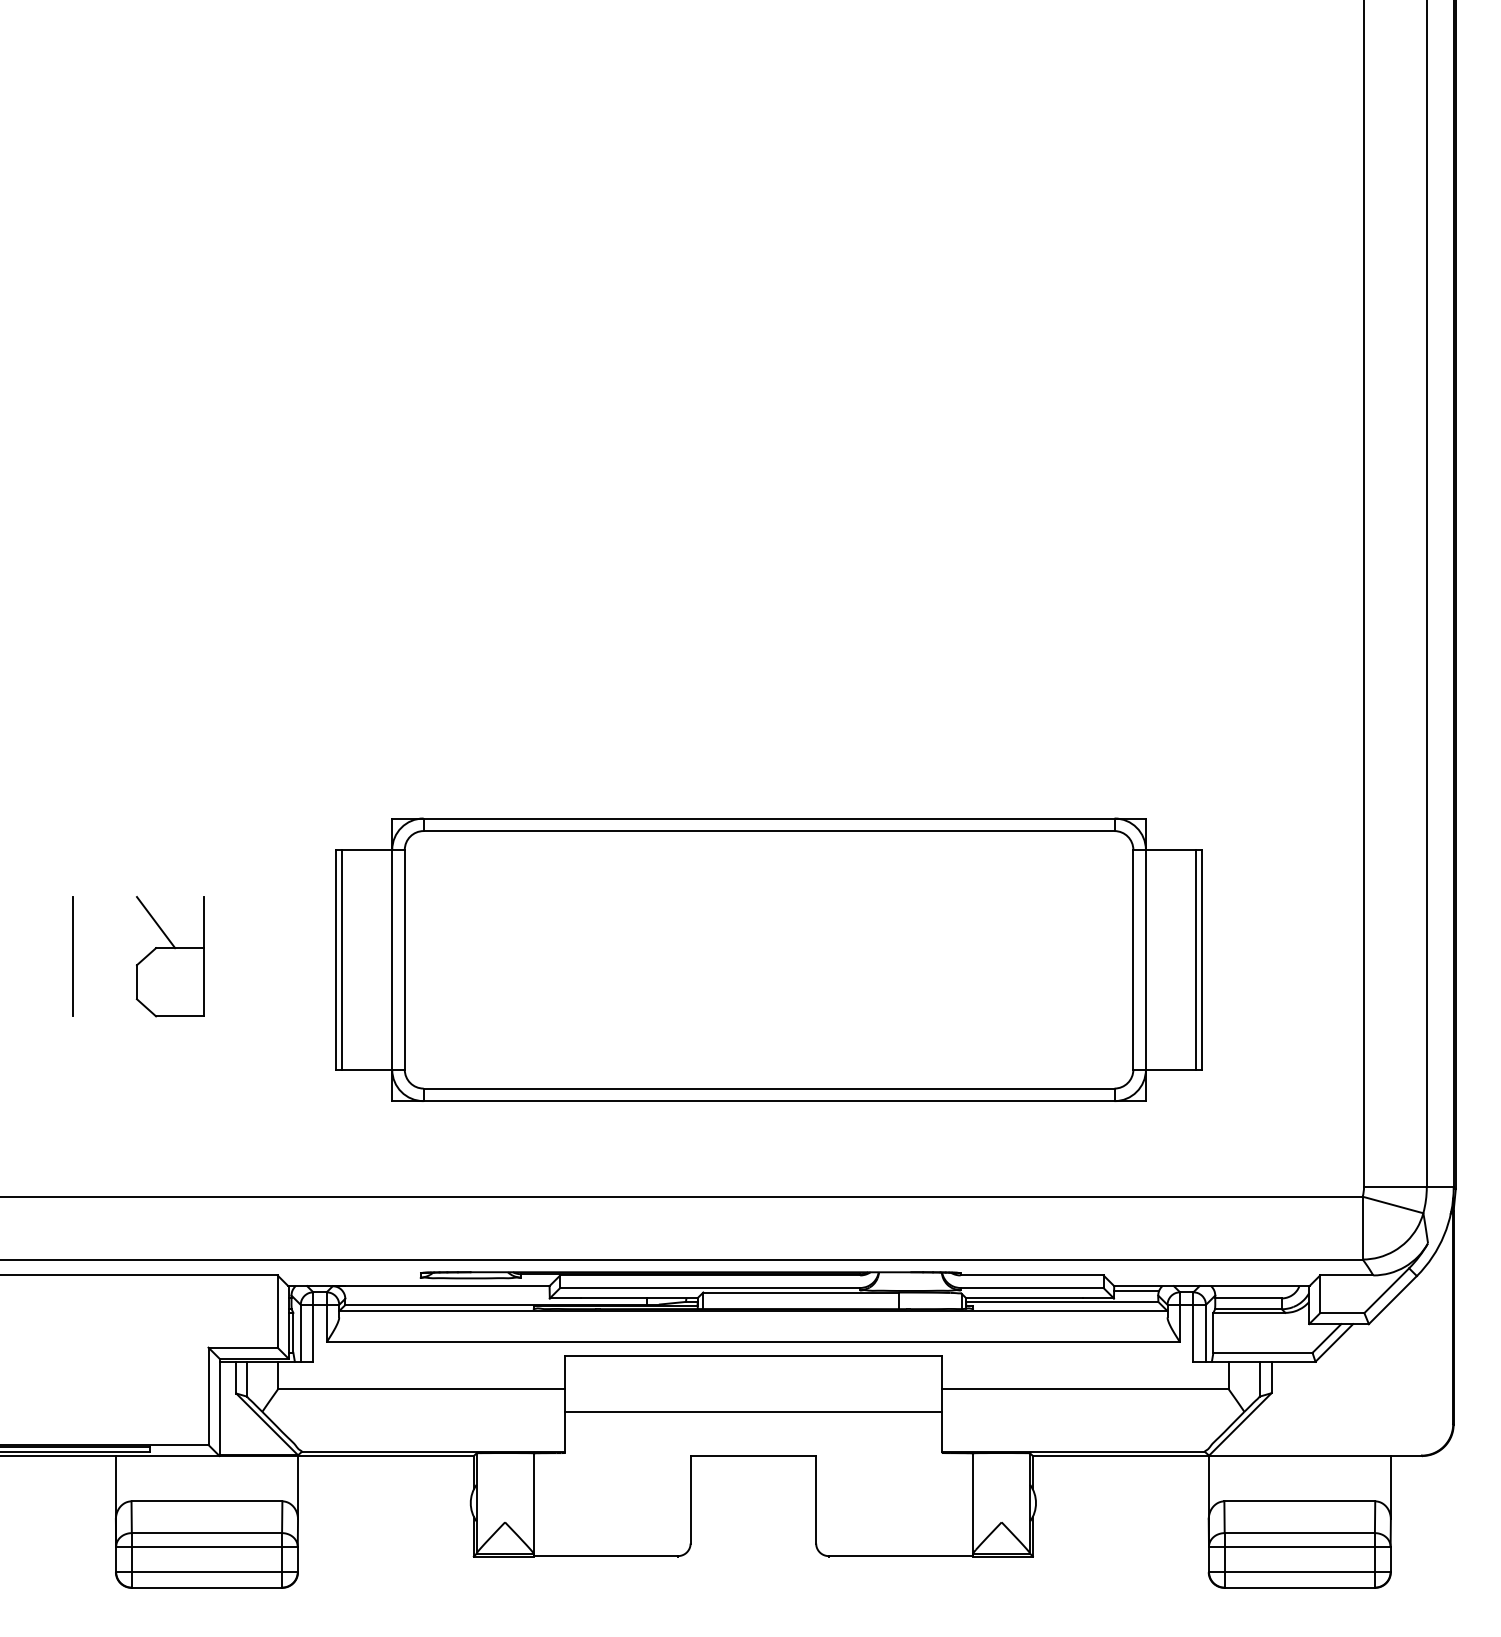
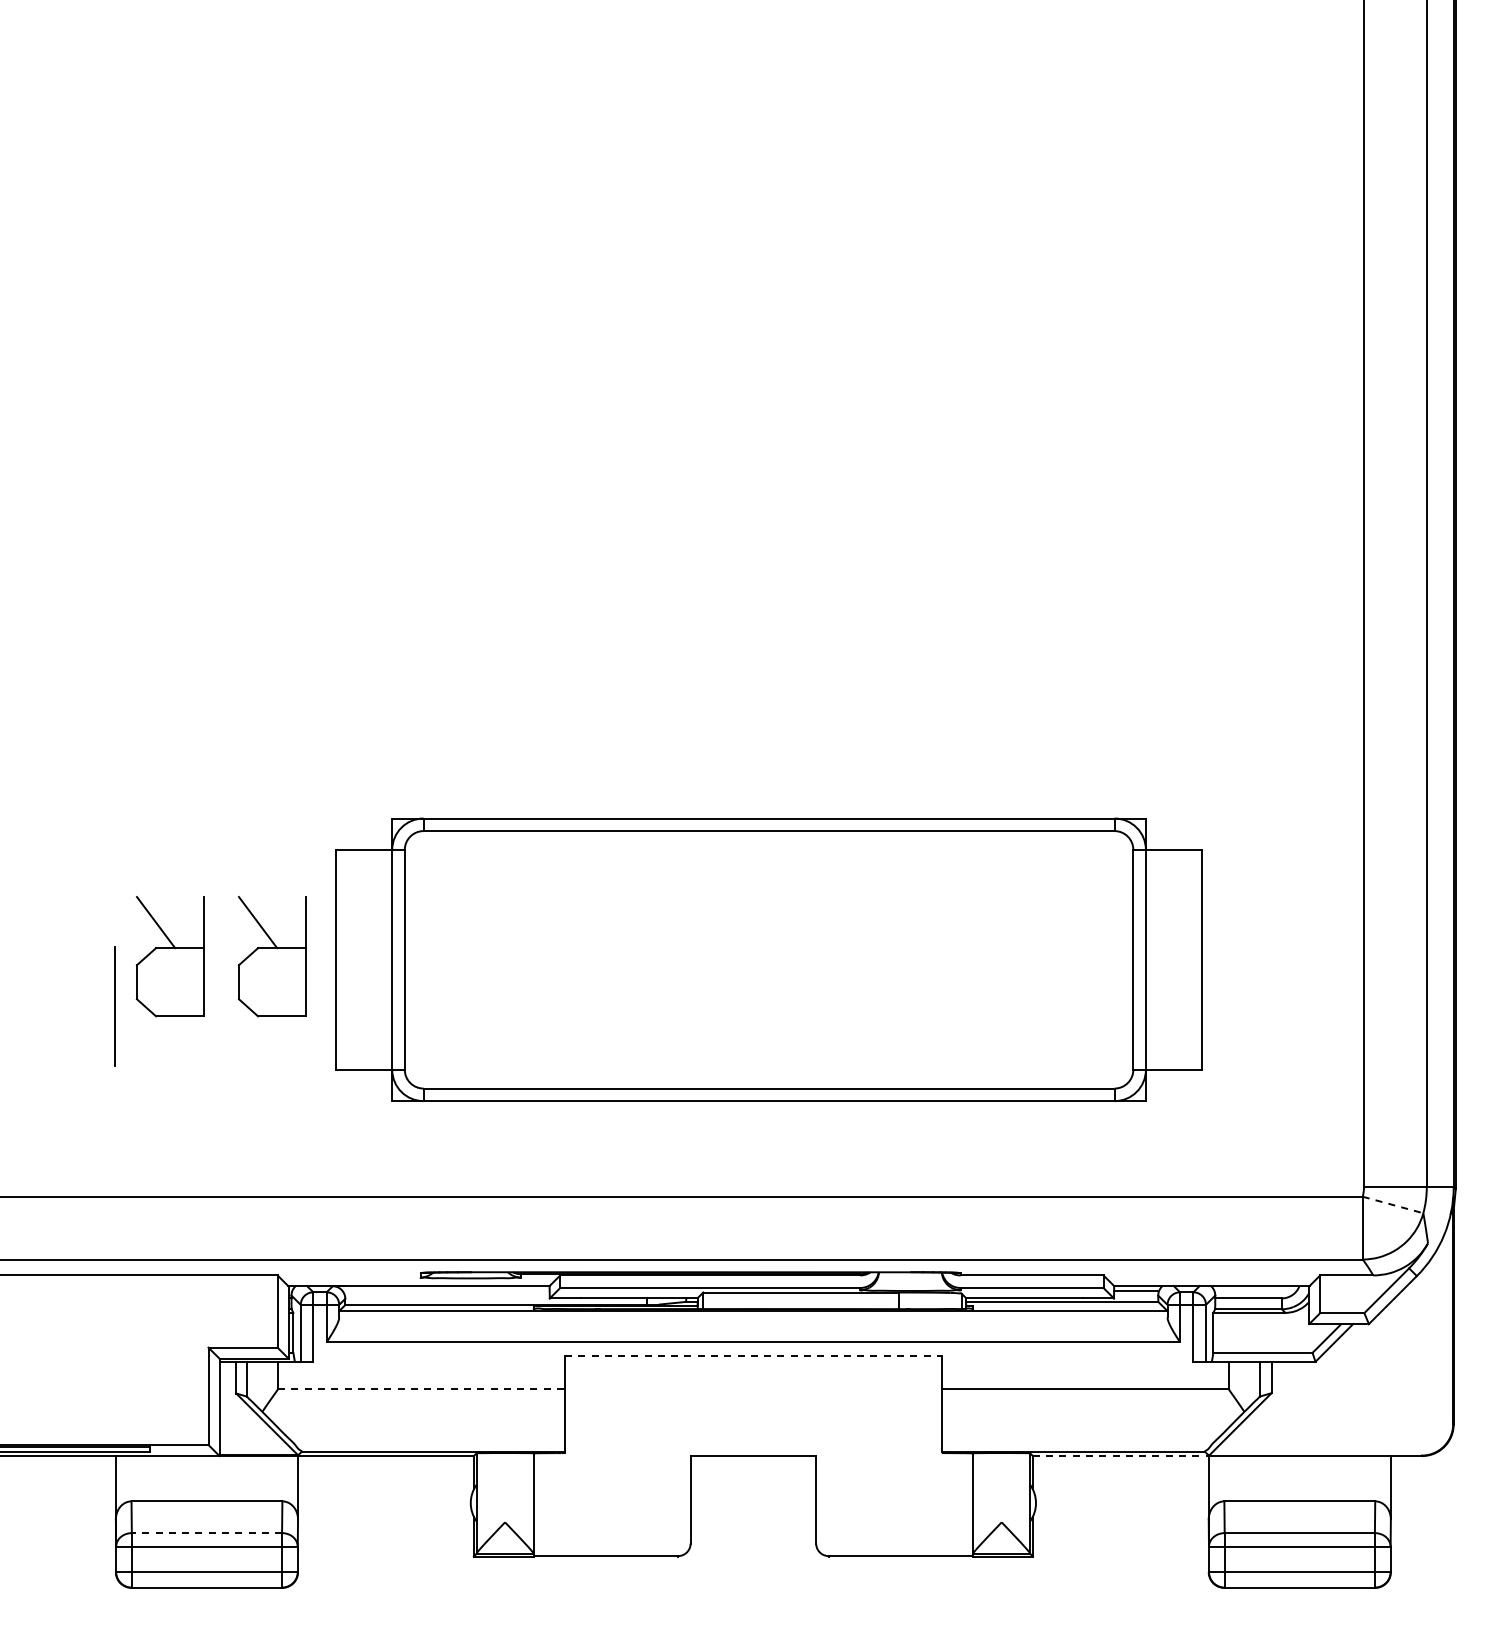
line at (72, 956) position: (72, 956) -> (114, 1006)
part at (271, 956): none -> present
line at (342, 959): present -> none
line at (1196, 959): present -> none
line at (1393, 1205): solid -> dashed
line at (753, 1355): solid -> dashed
line at (422, 1389): solid -> dashed
line at (752, 1412): present -> none
line at (1120, 1456): solid -> dashed
line at (206, 1533): solid -> dashed
